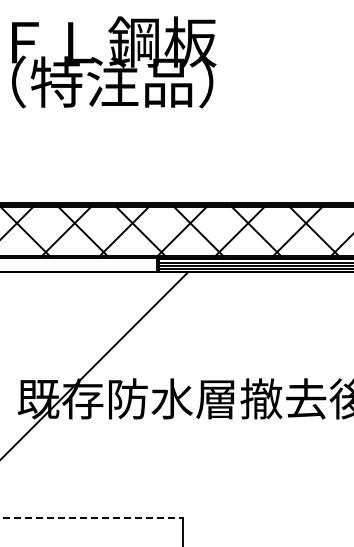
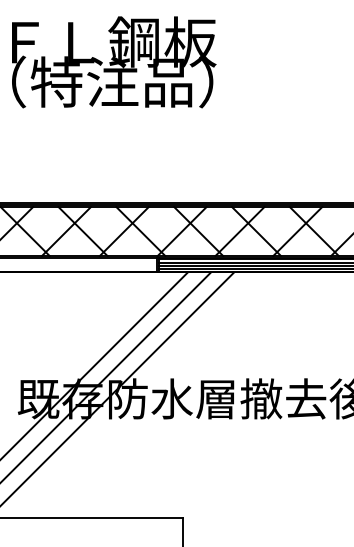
line at (106, 376): none -> present
line at (118, 388): none -> present
line at (92, 517): dashed -> solid
